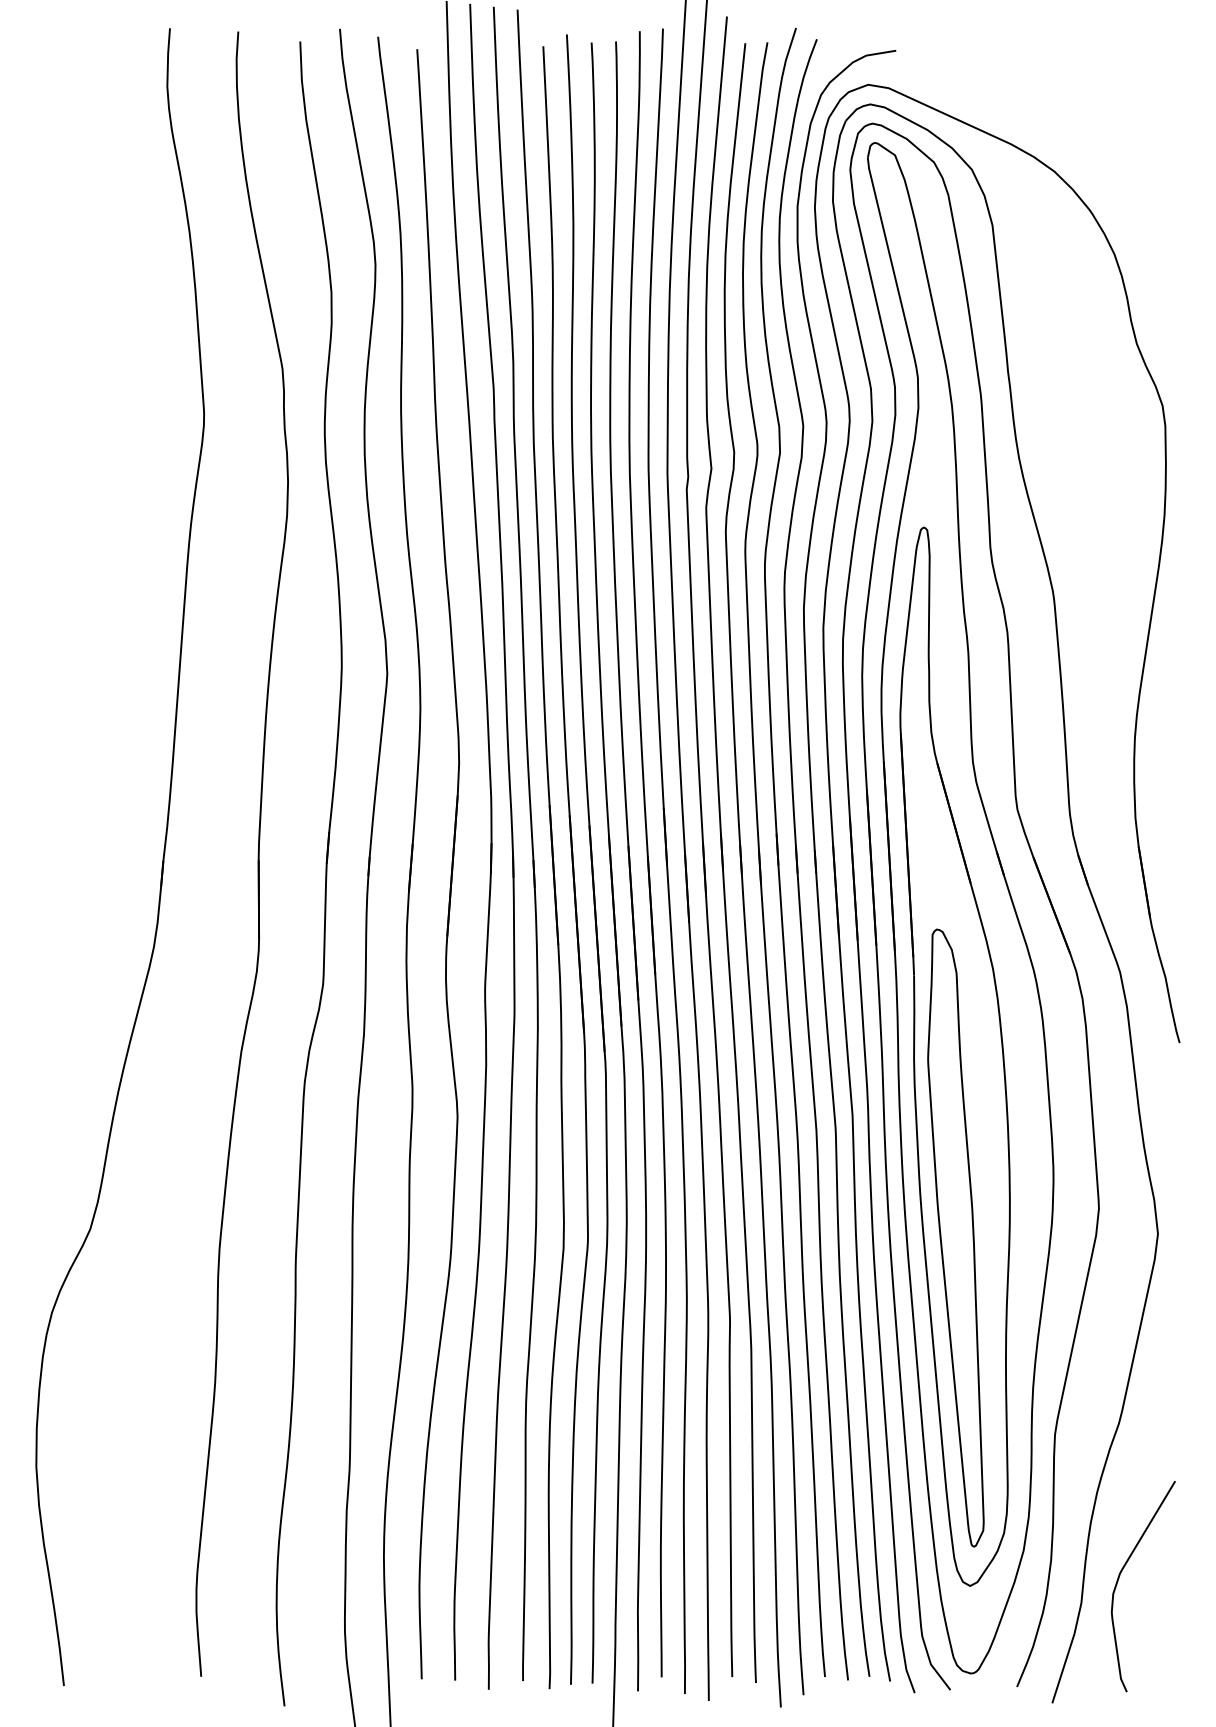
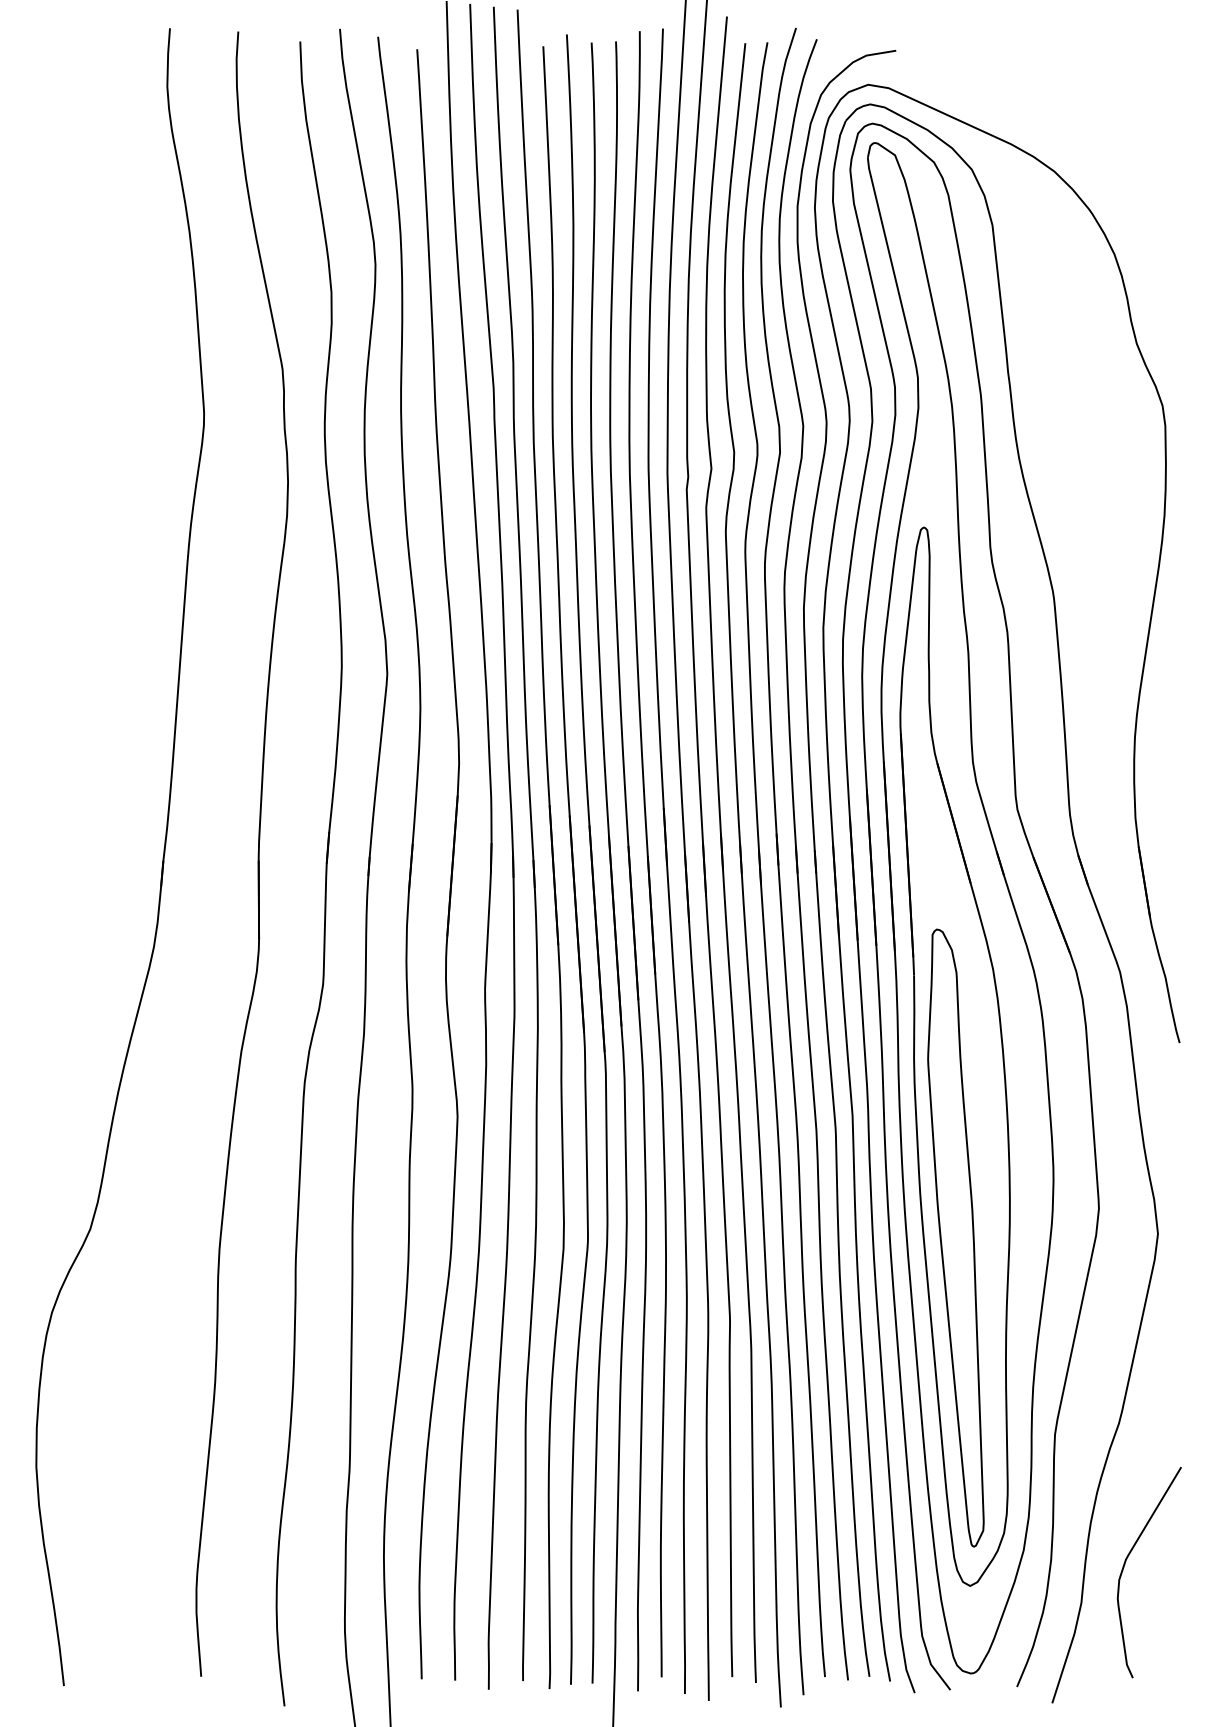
curve at (1119, 1578) position: (1119, 1578) -> (1125, 1564)
